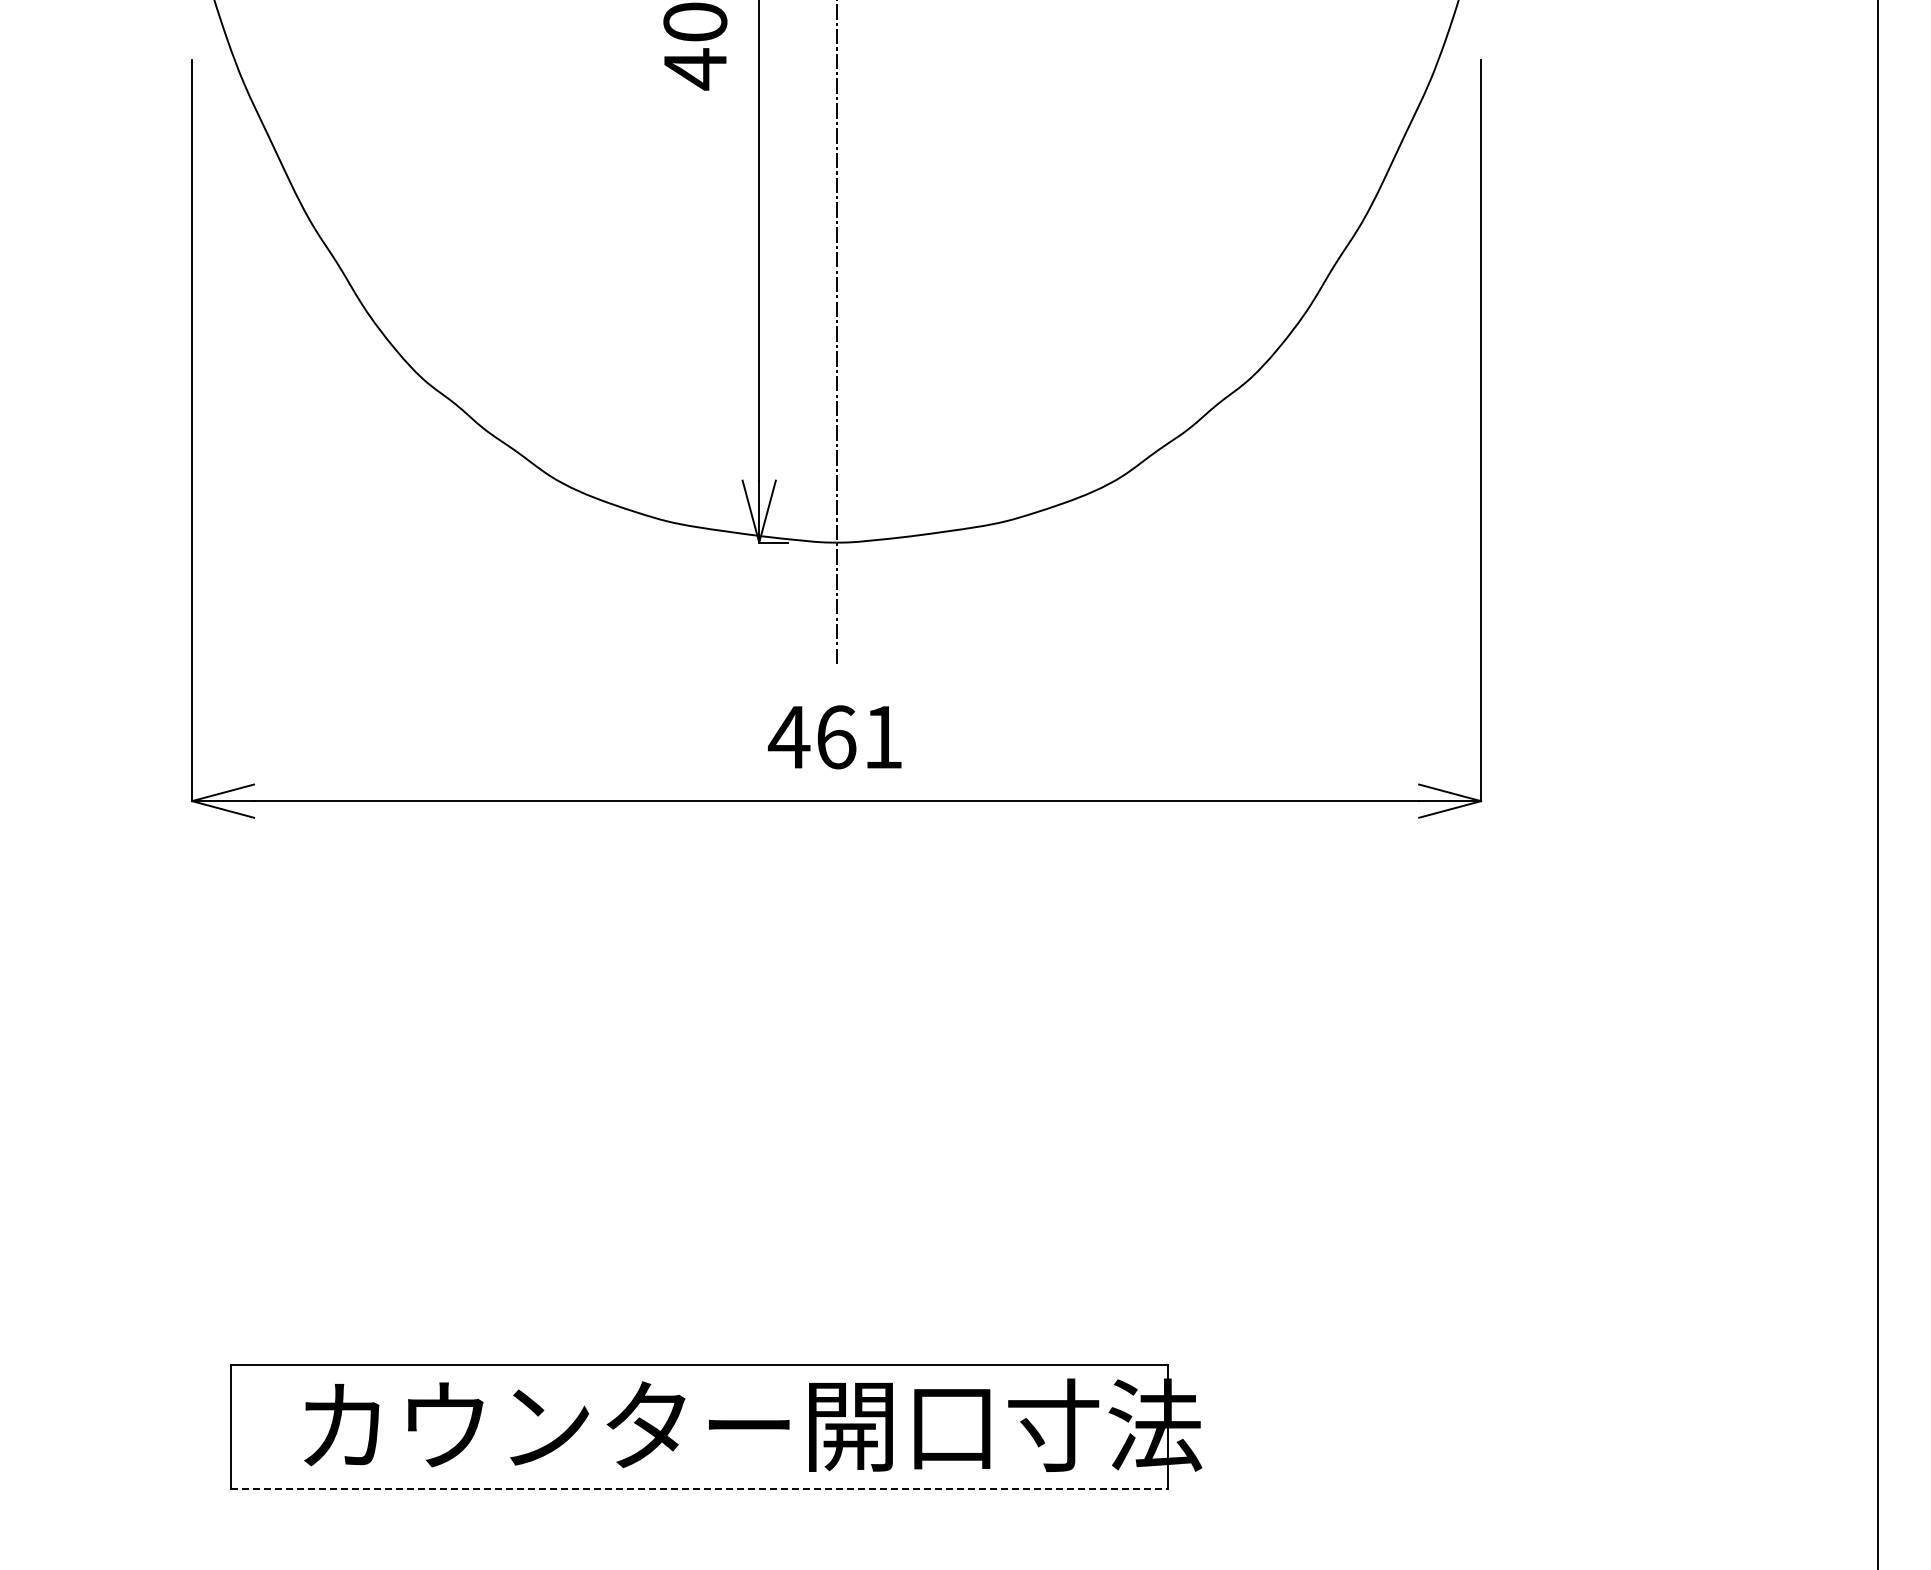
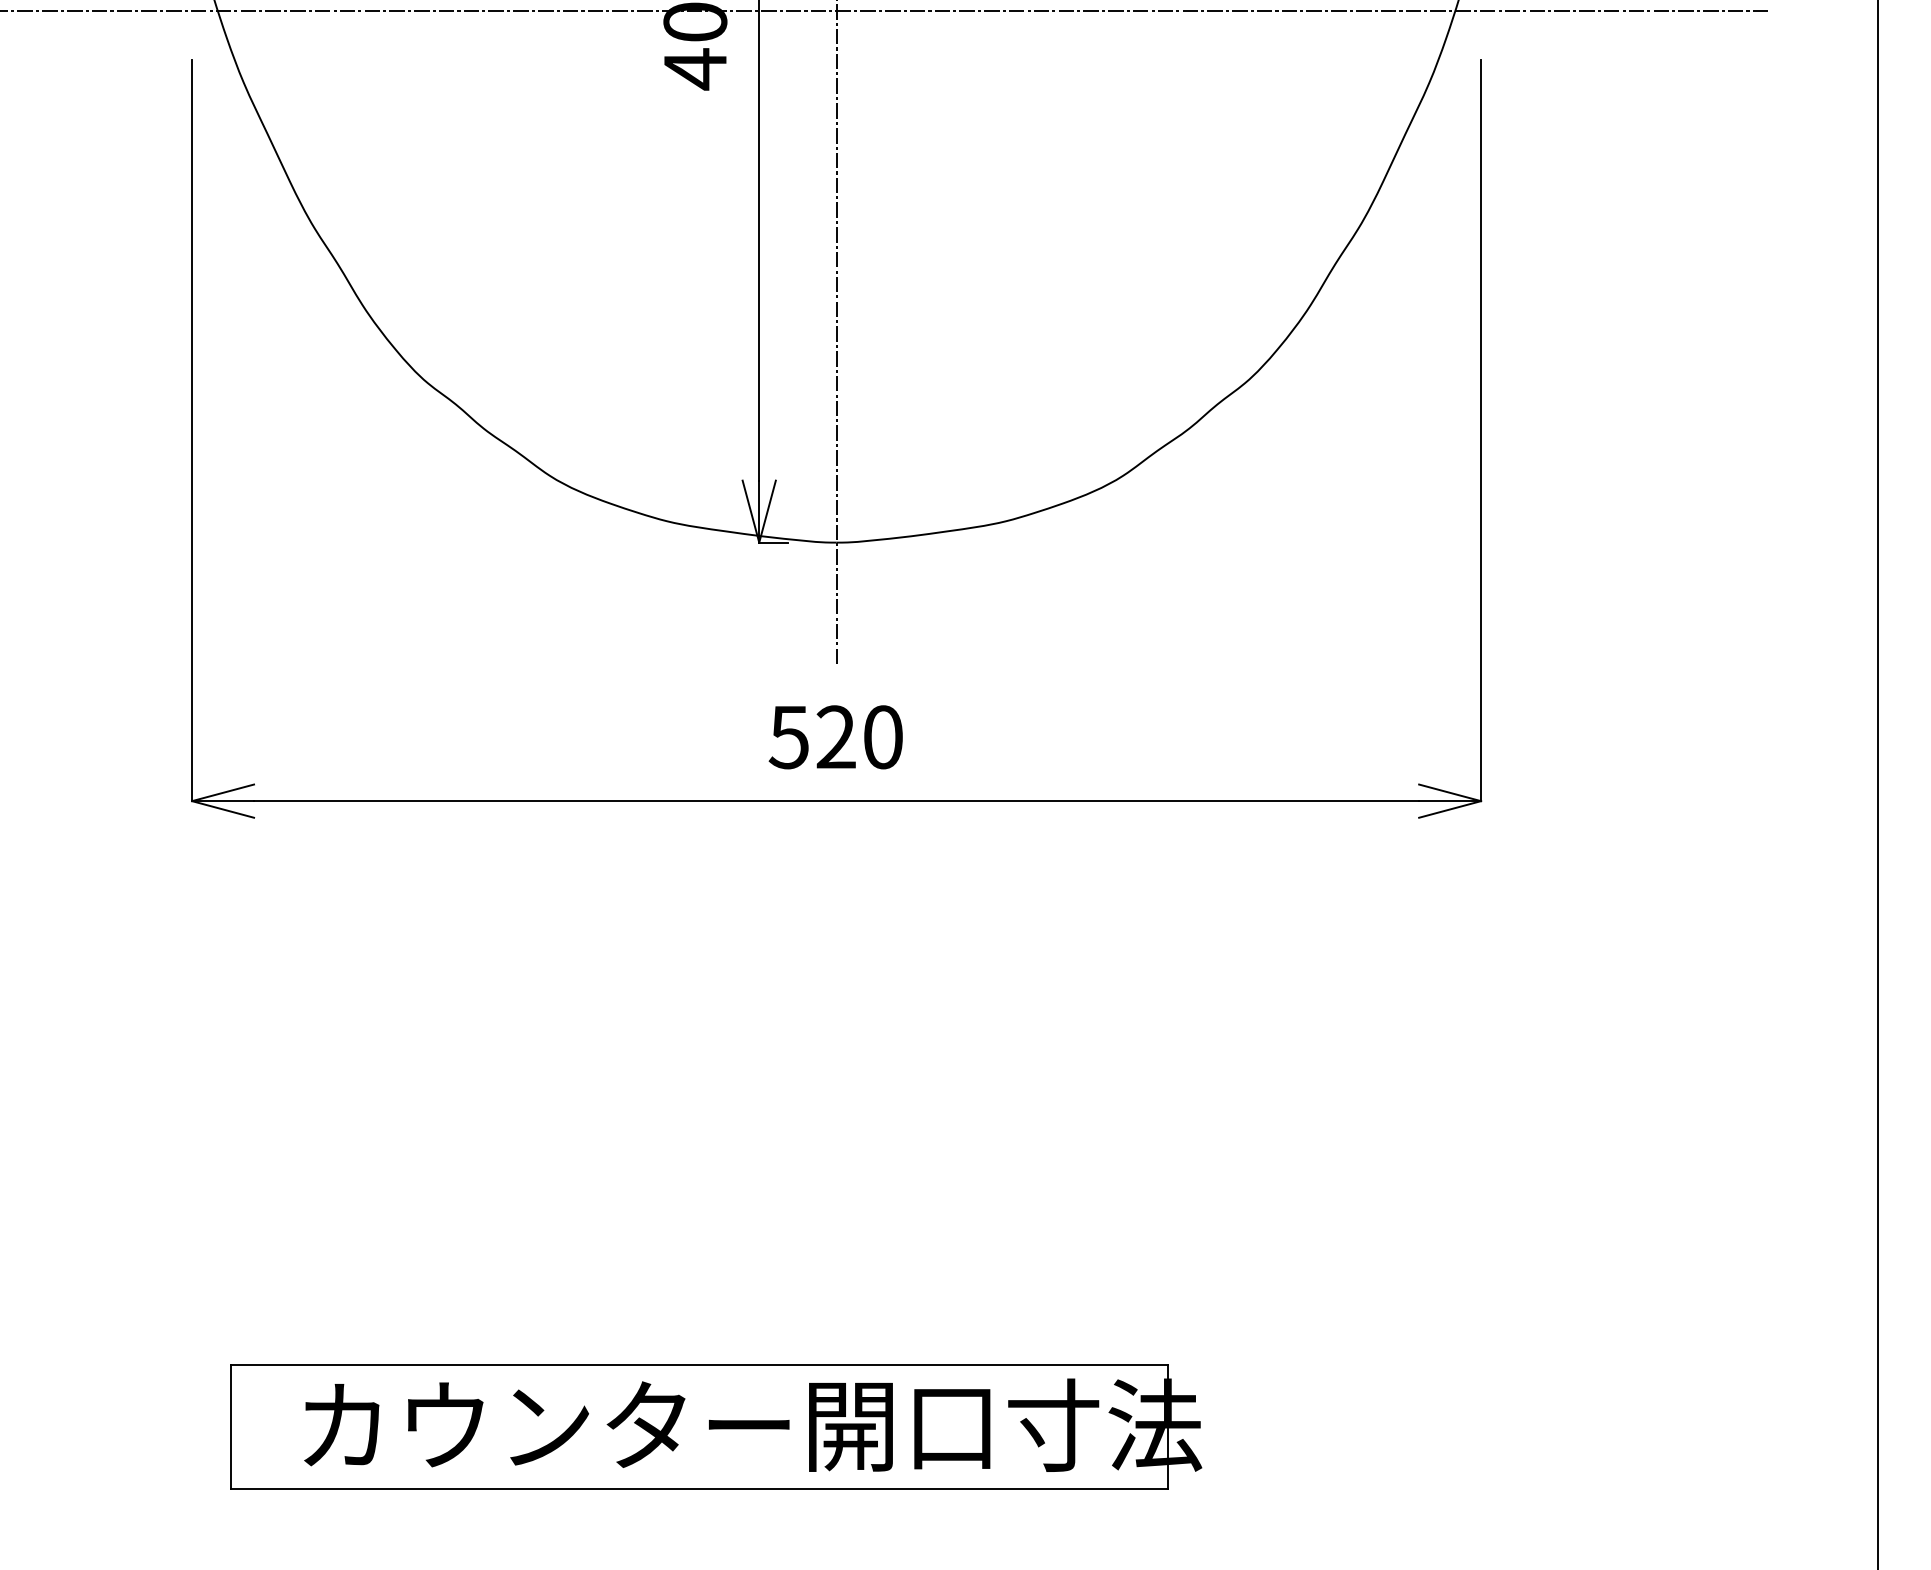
line at (885, 10): none -> present
text at (835, 737): 461 -> 520
line at (699, 1488): dashed -> solid
